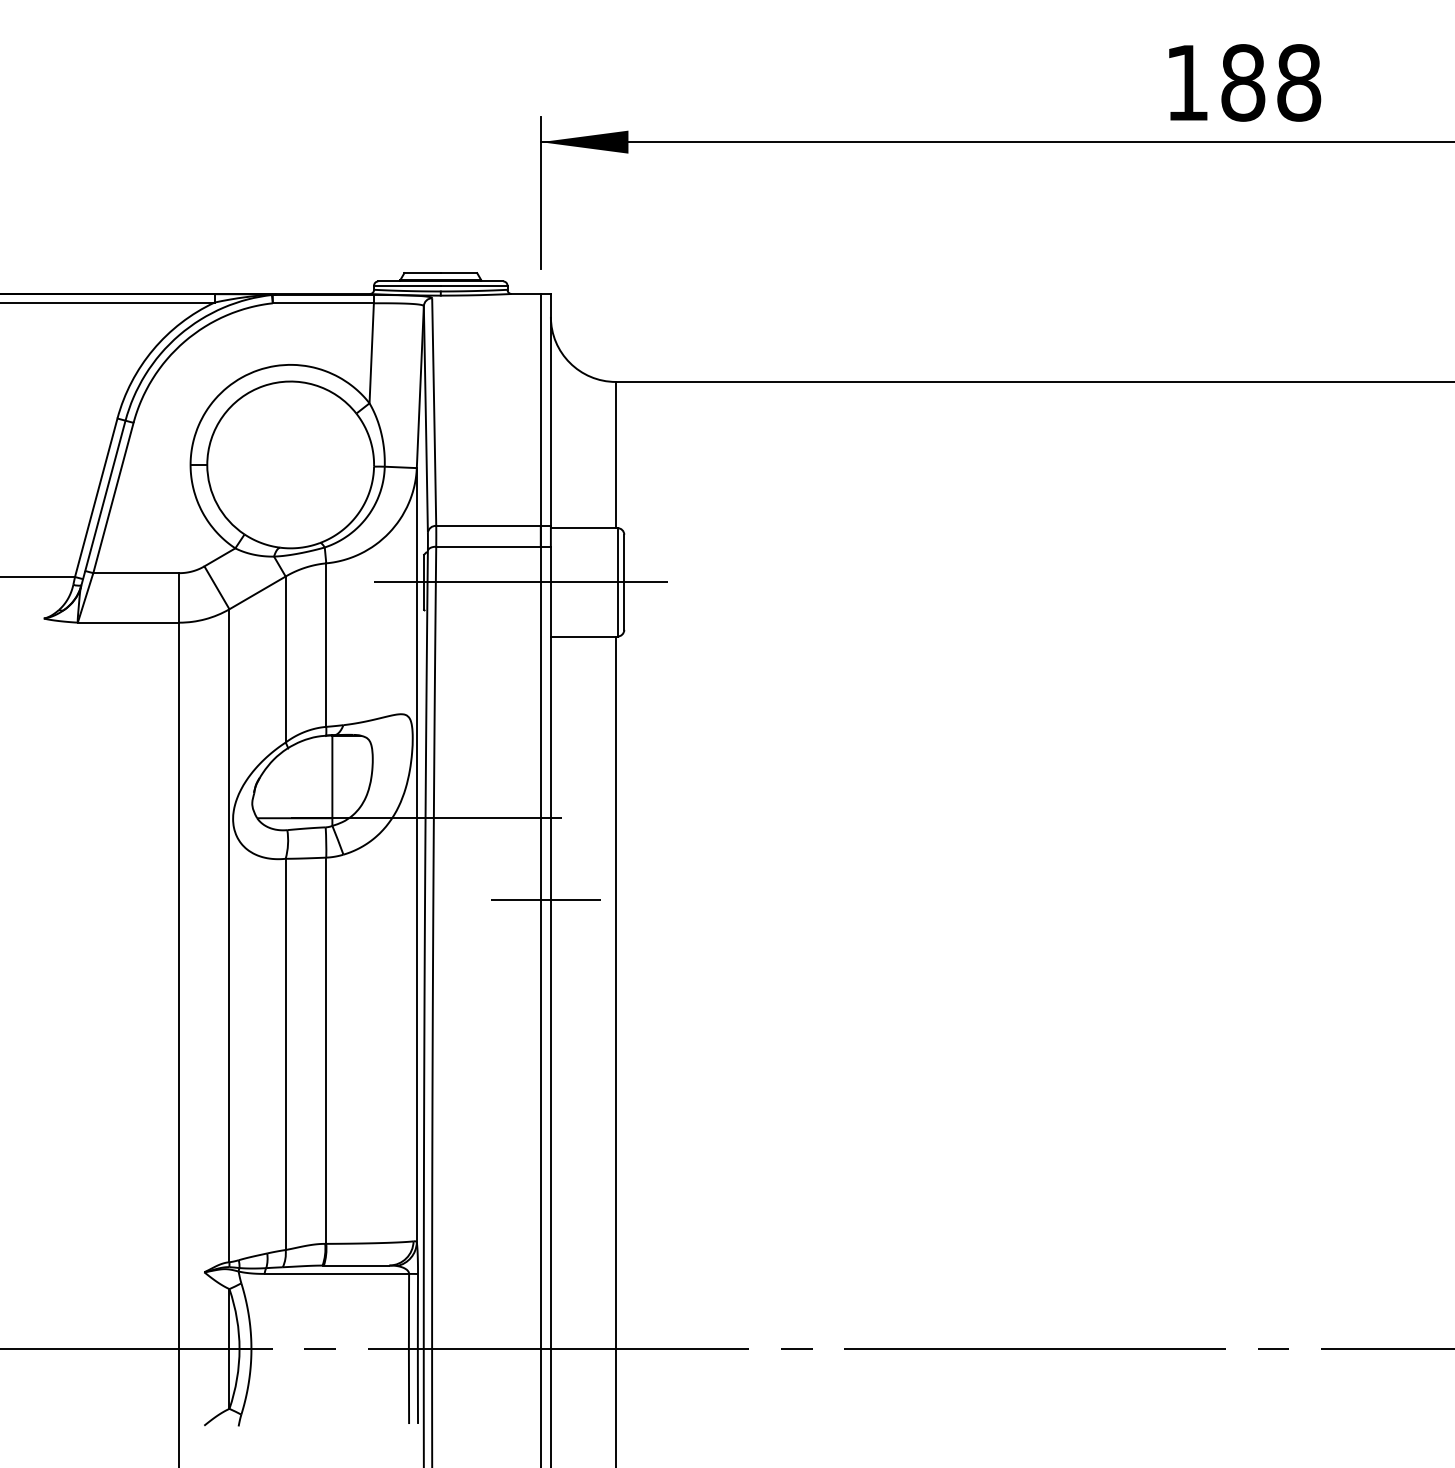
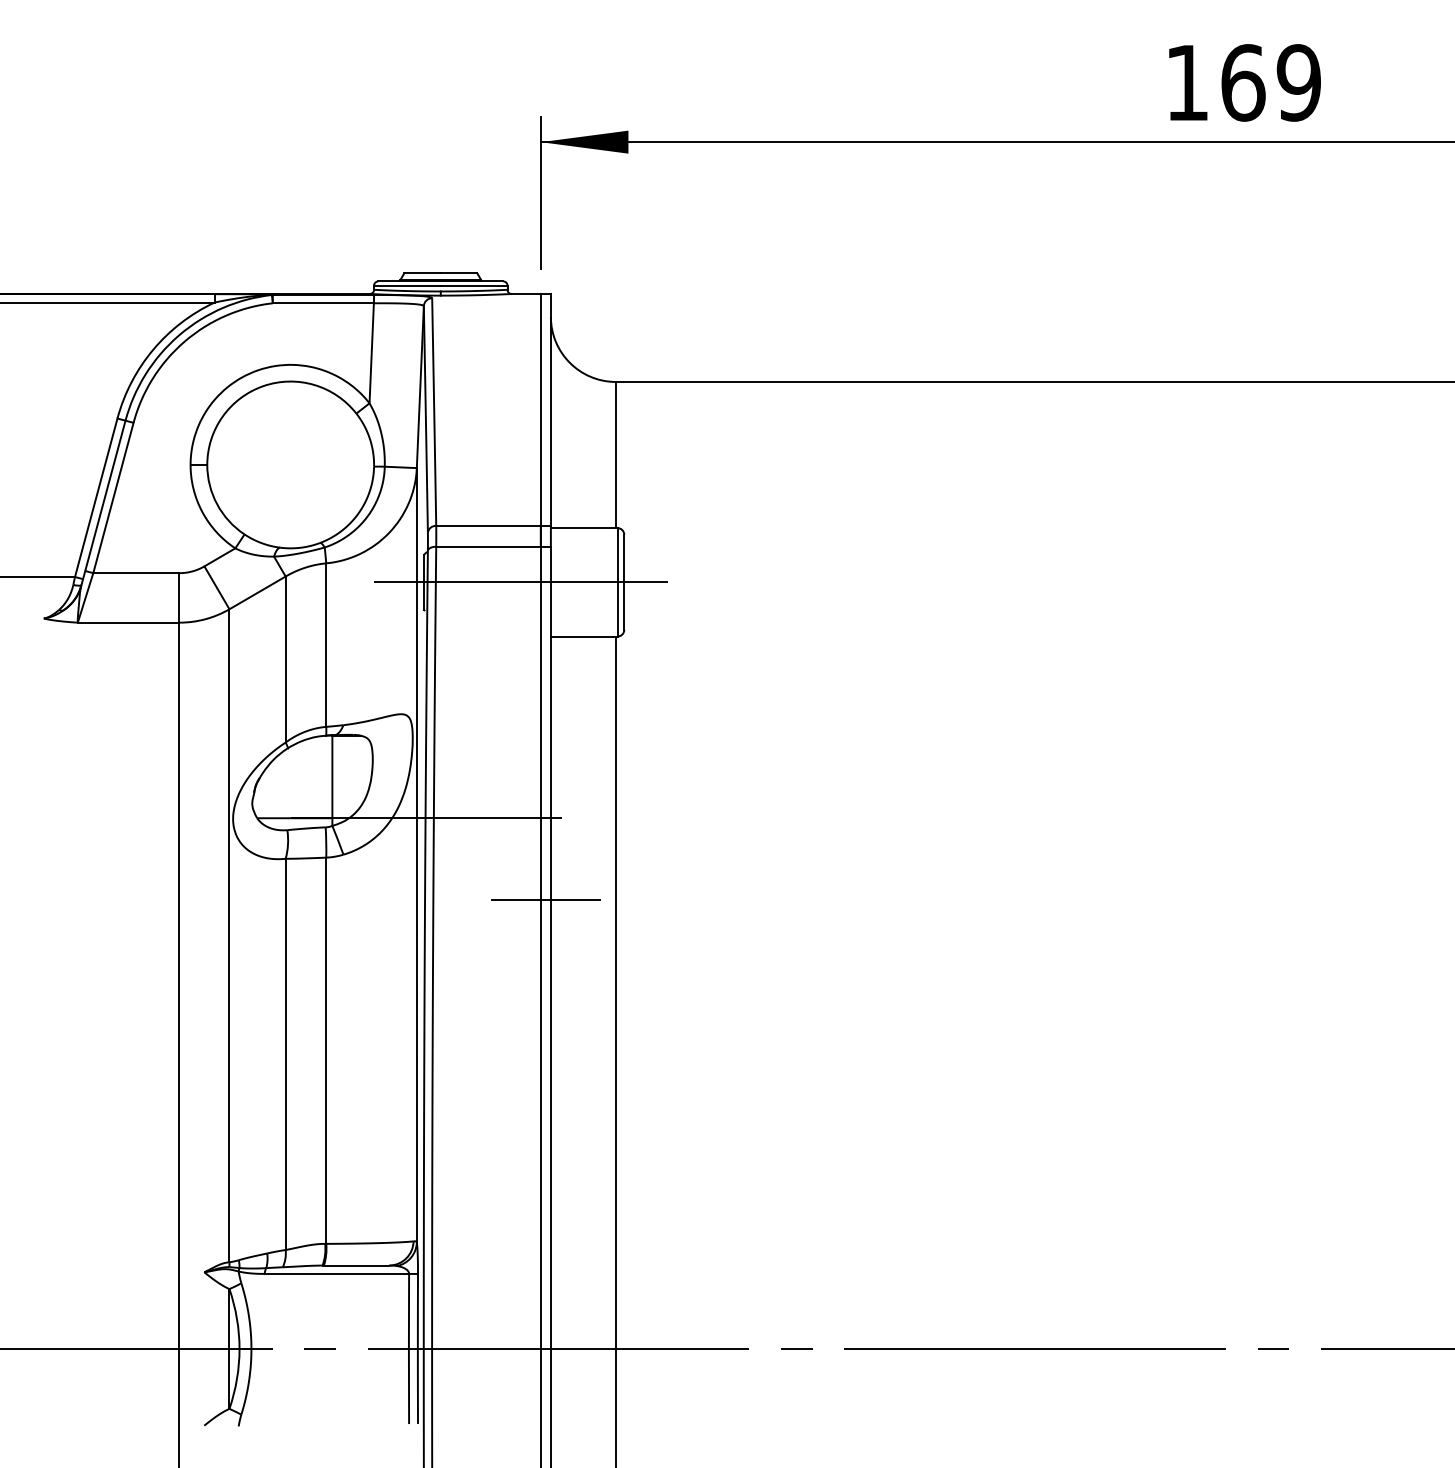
text at (1271, 82): 188 -> 169
